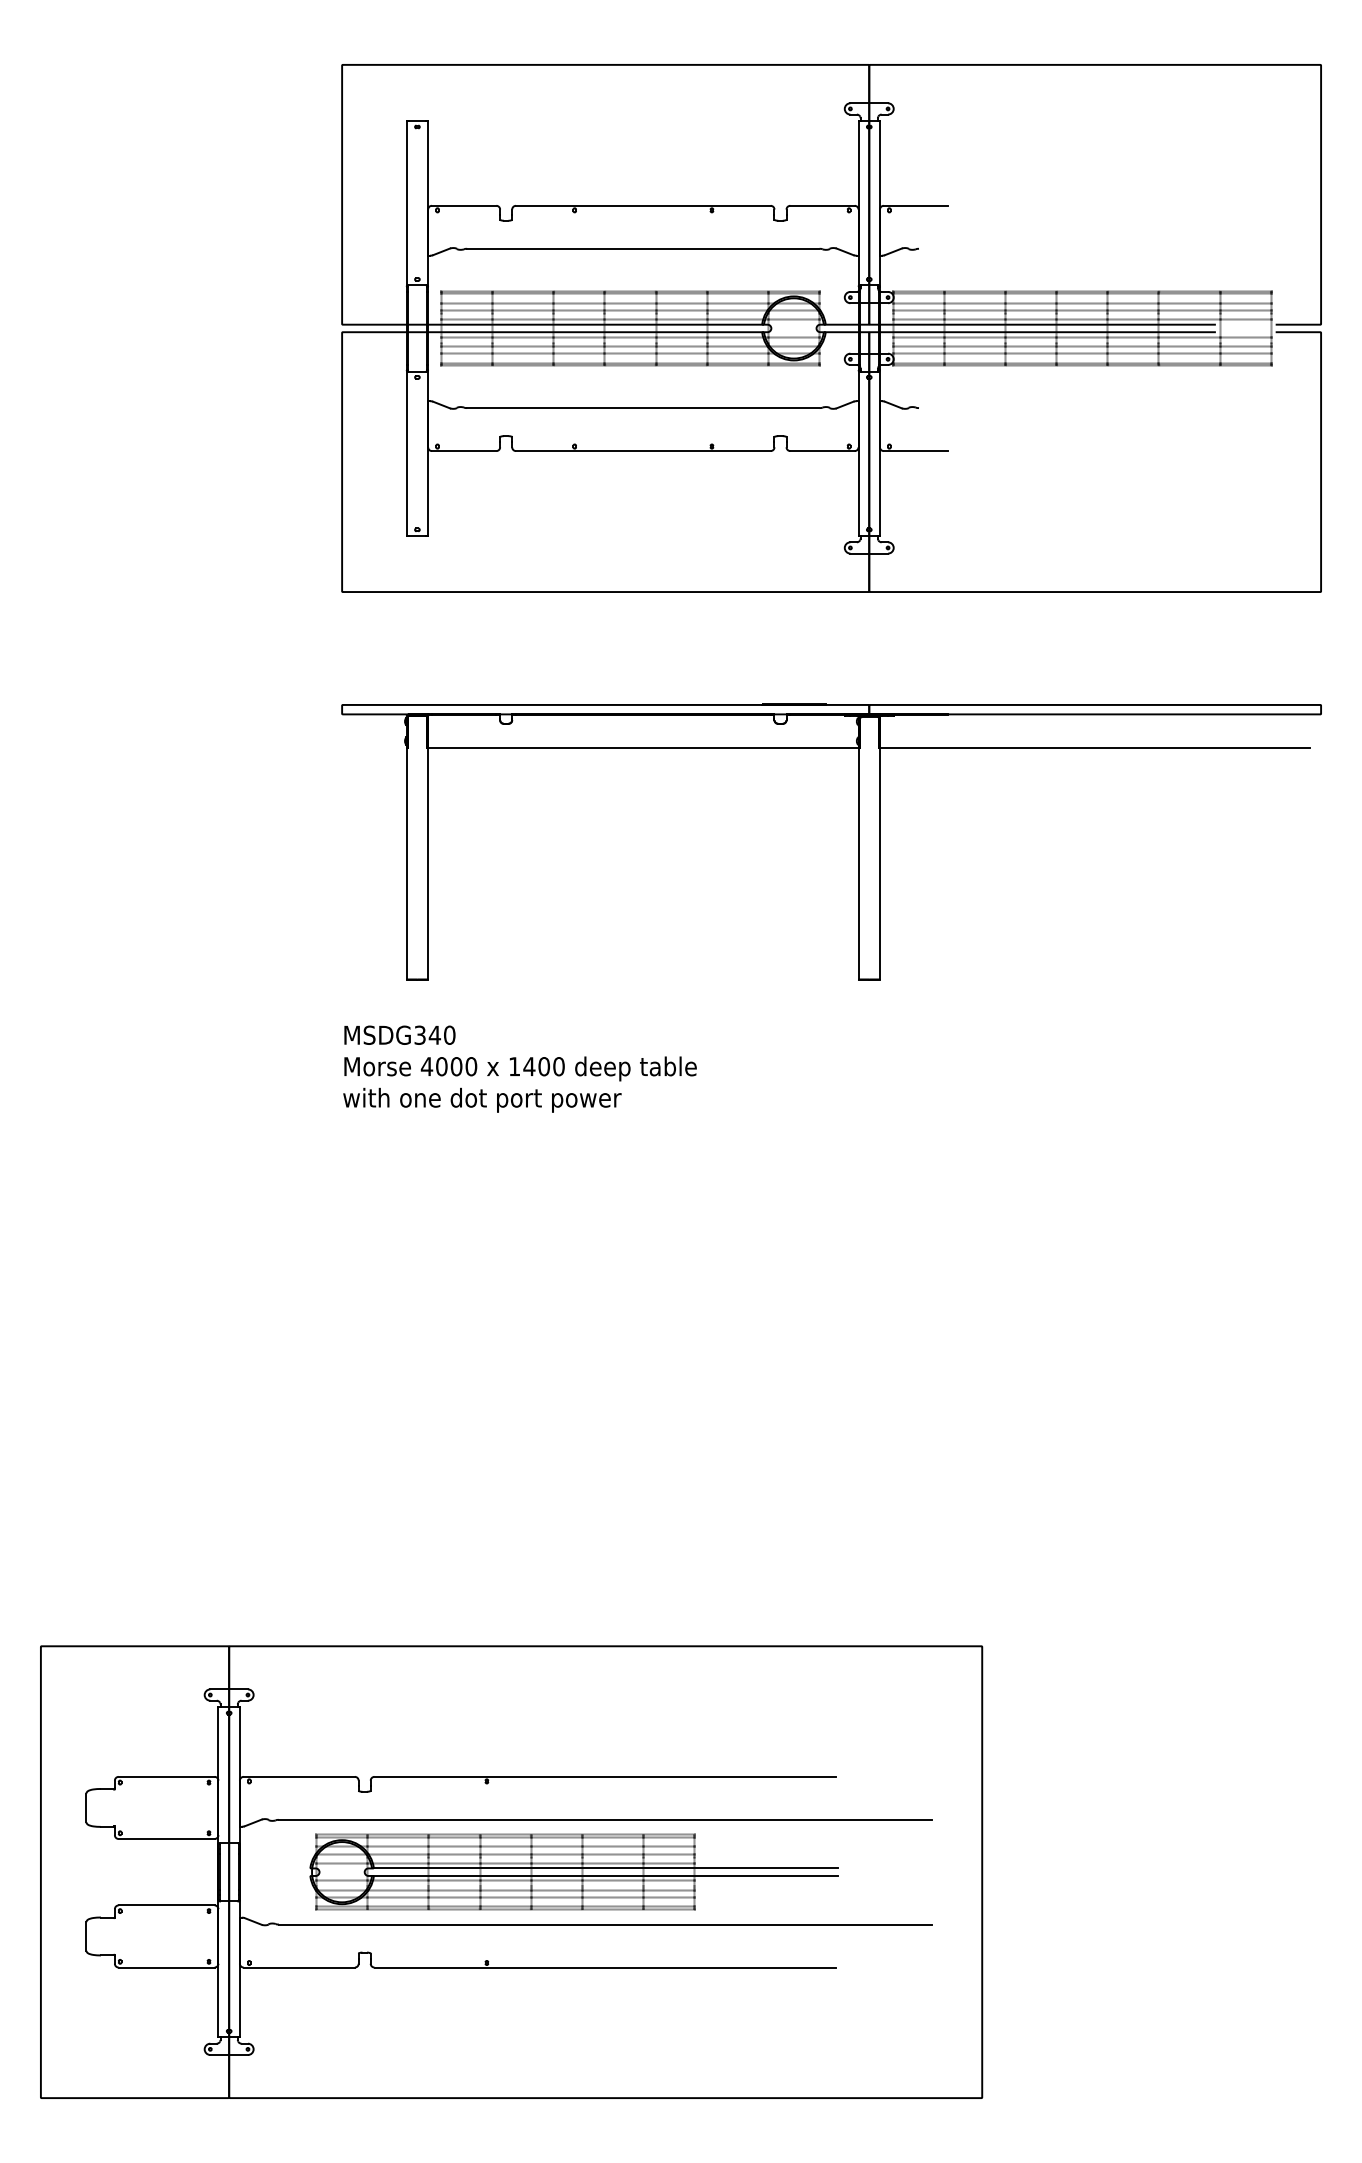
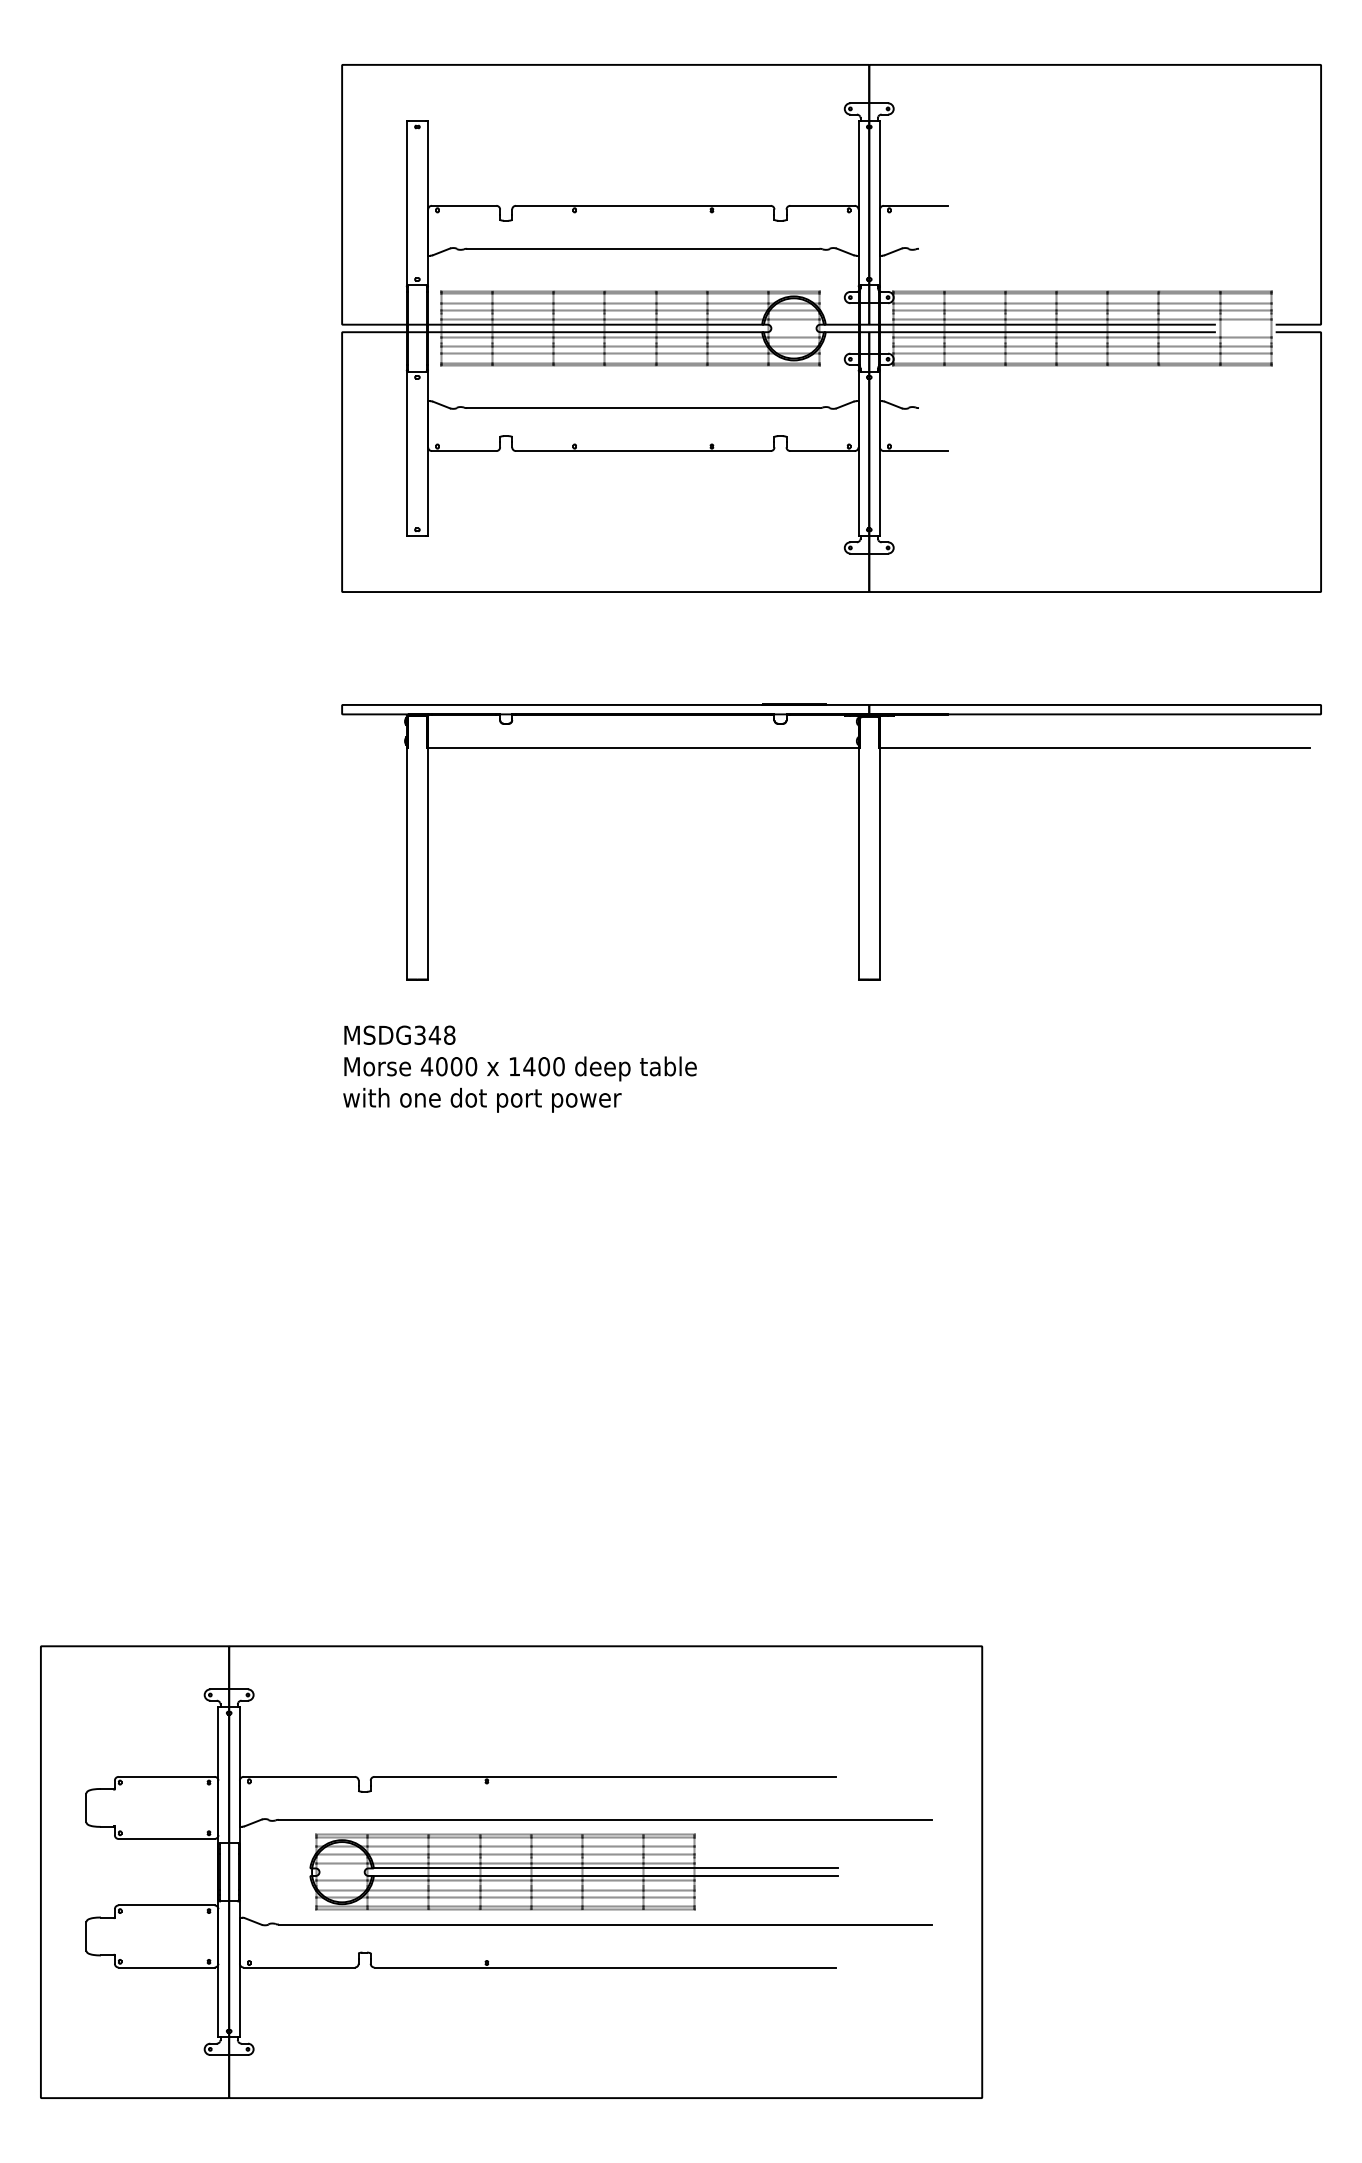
text at (449, 1035): MSDG340 -> MSDG348
